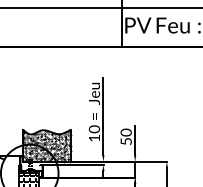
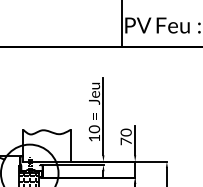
line at (100, 7): present -> none
text at (125, 141): 50 -> 70
hatch at (46, 145): present -> none
